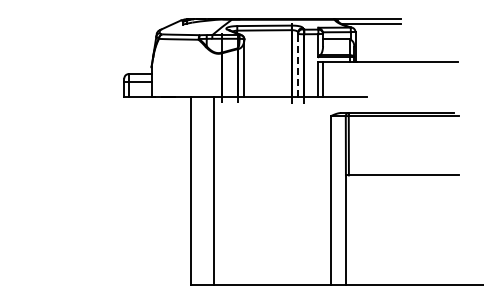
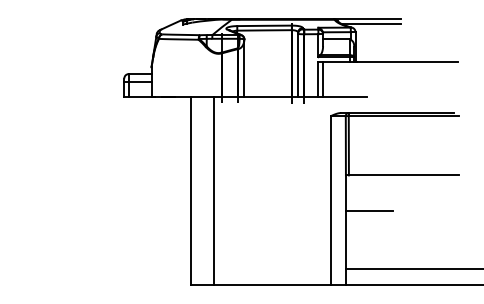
line at (298, 65): dashed -> solid
line at (369, 211): none -> present
line at (413, 269): none -> present
